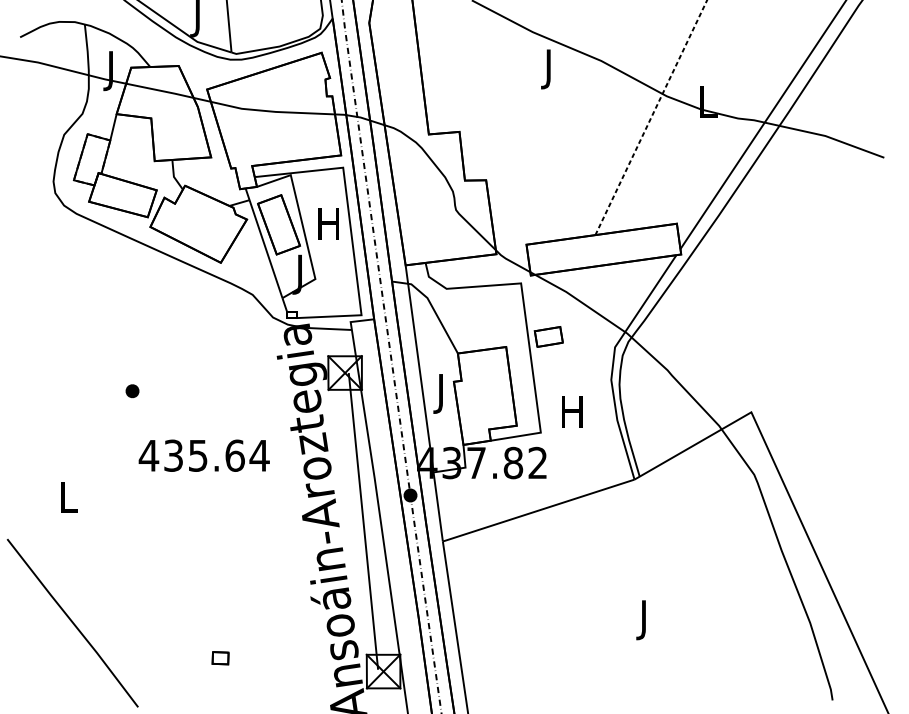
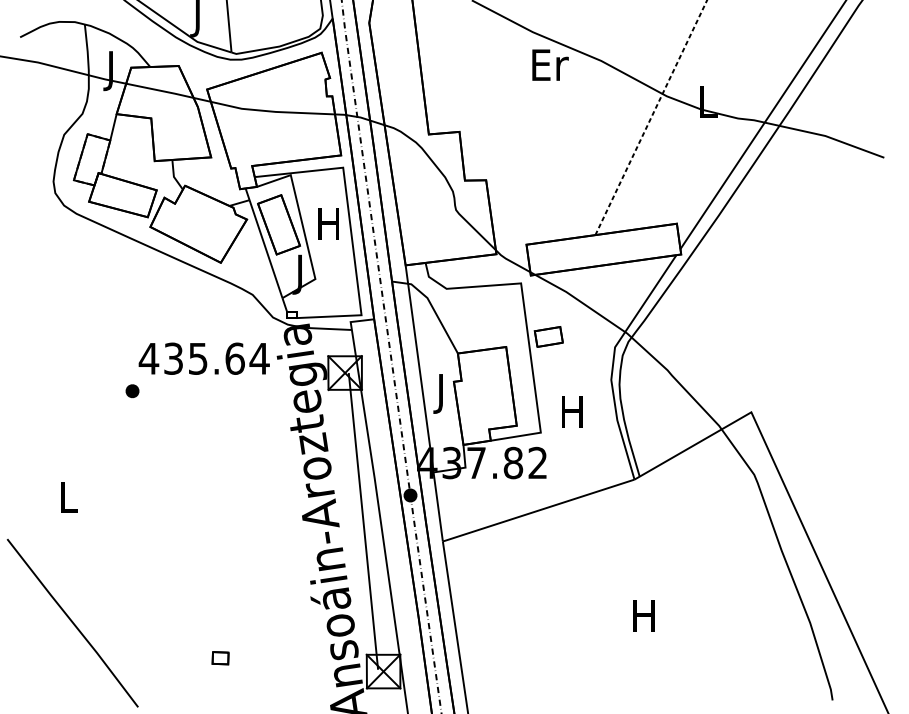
text at (550, 69): J -> Er
text at (203, 455) position: (203, 455) -> (203, 358)
text at (643, 620): J -> H
